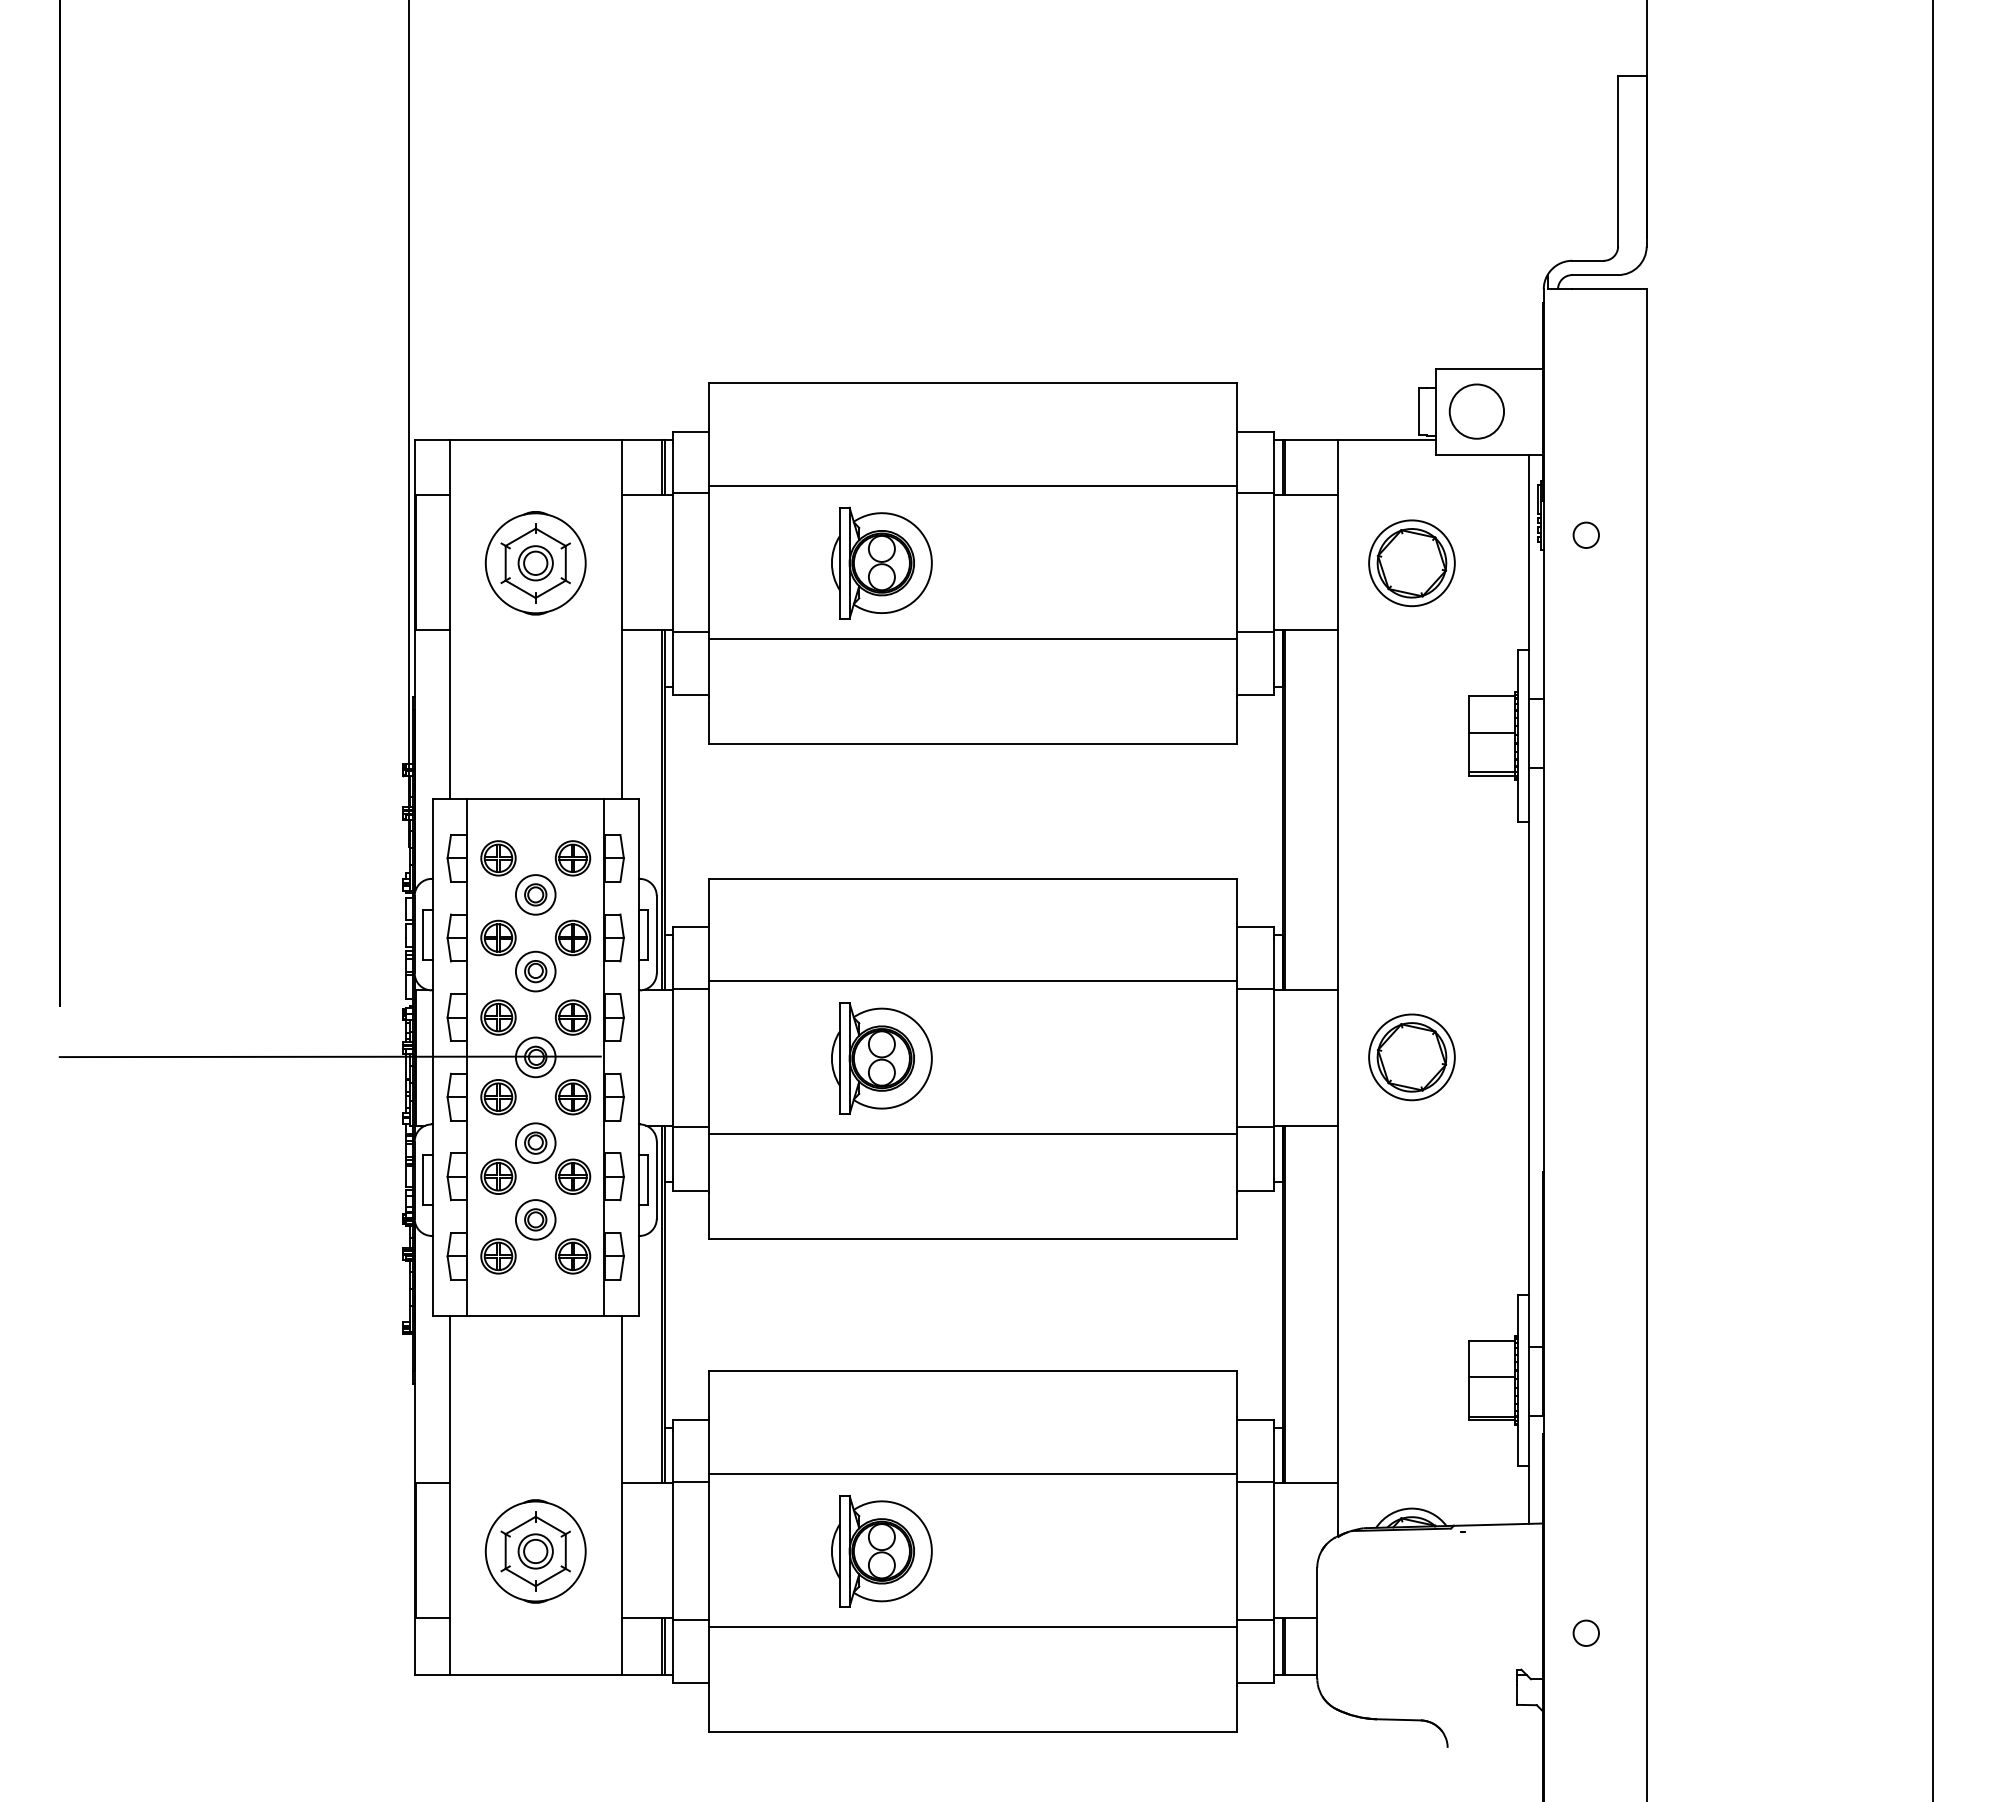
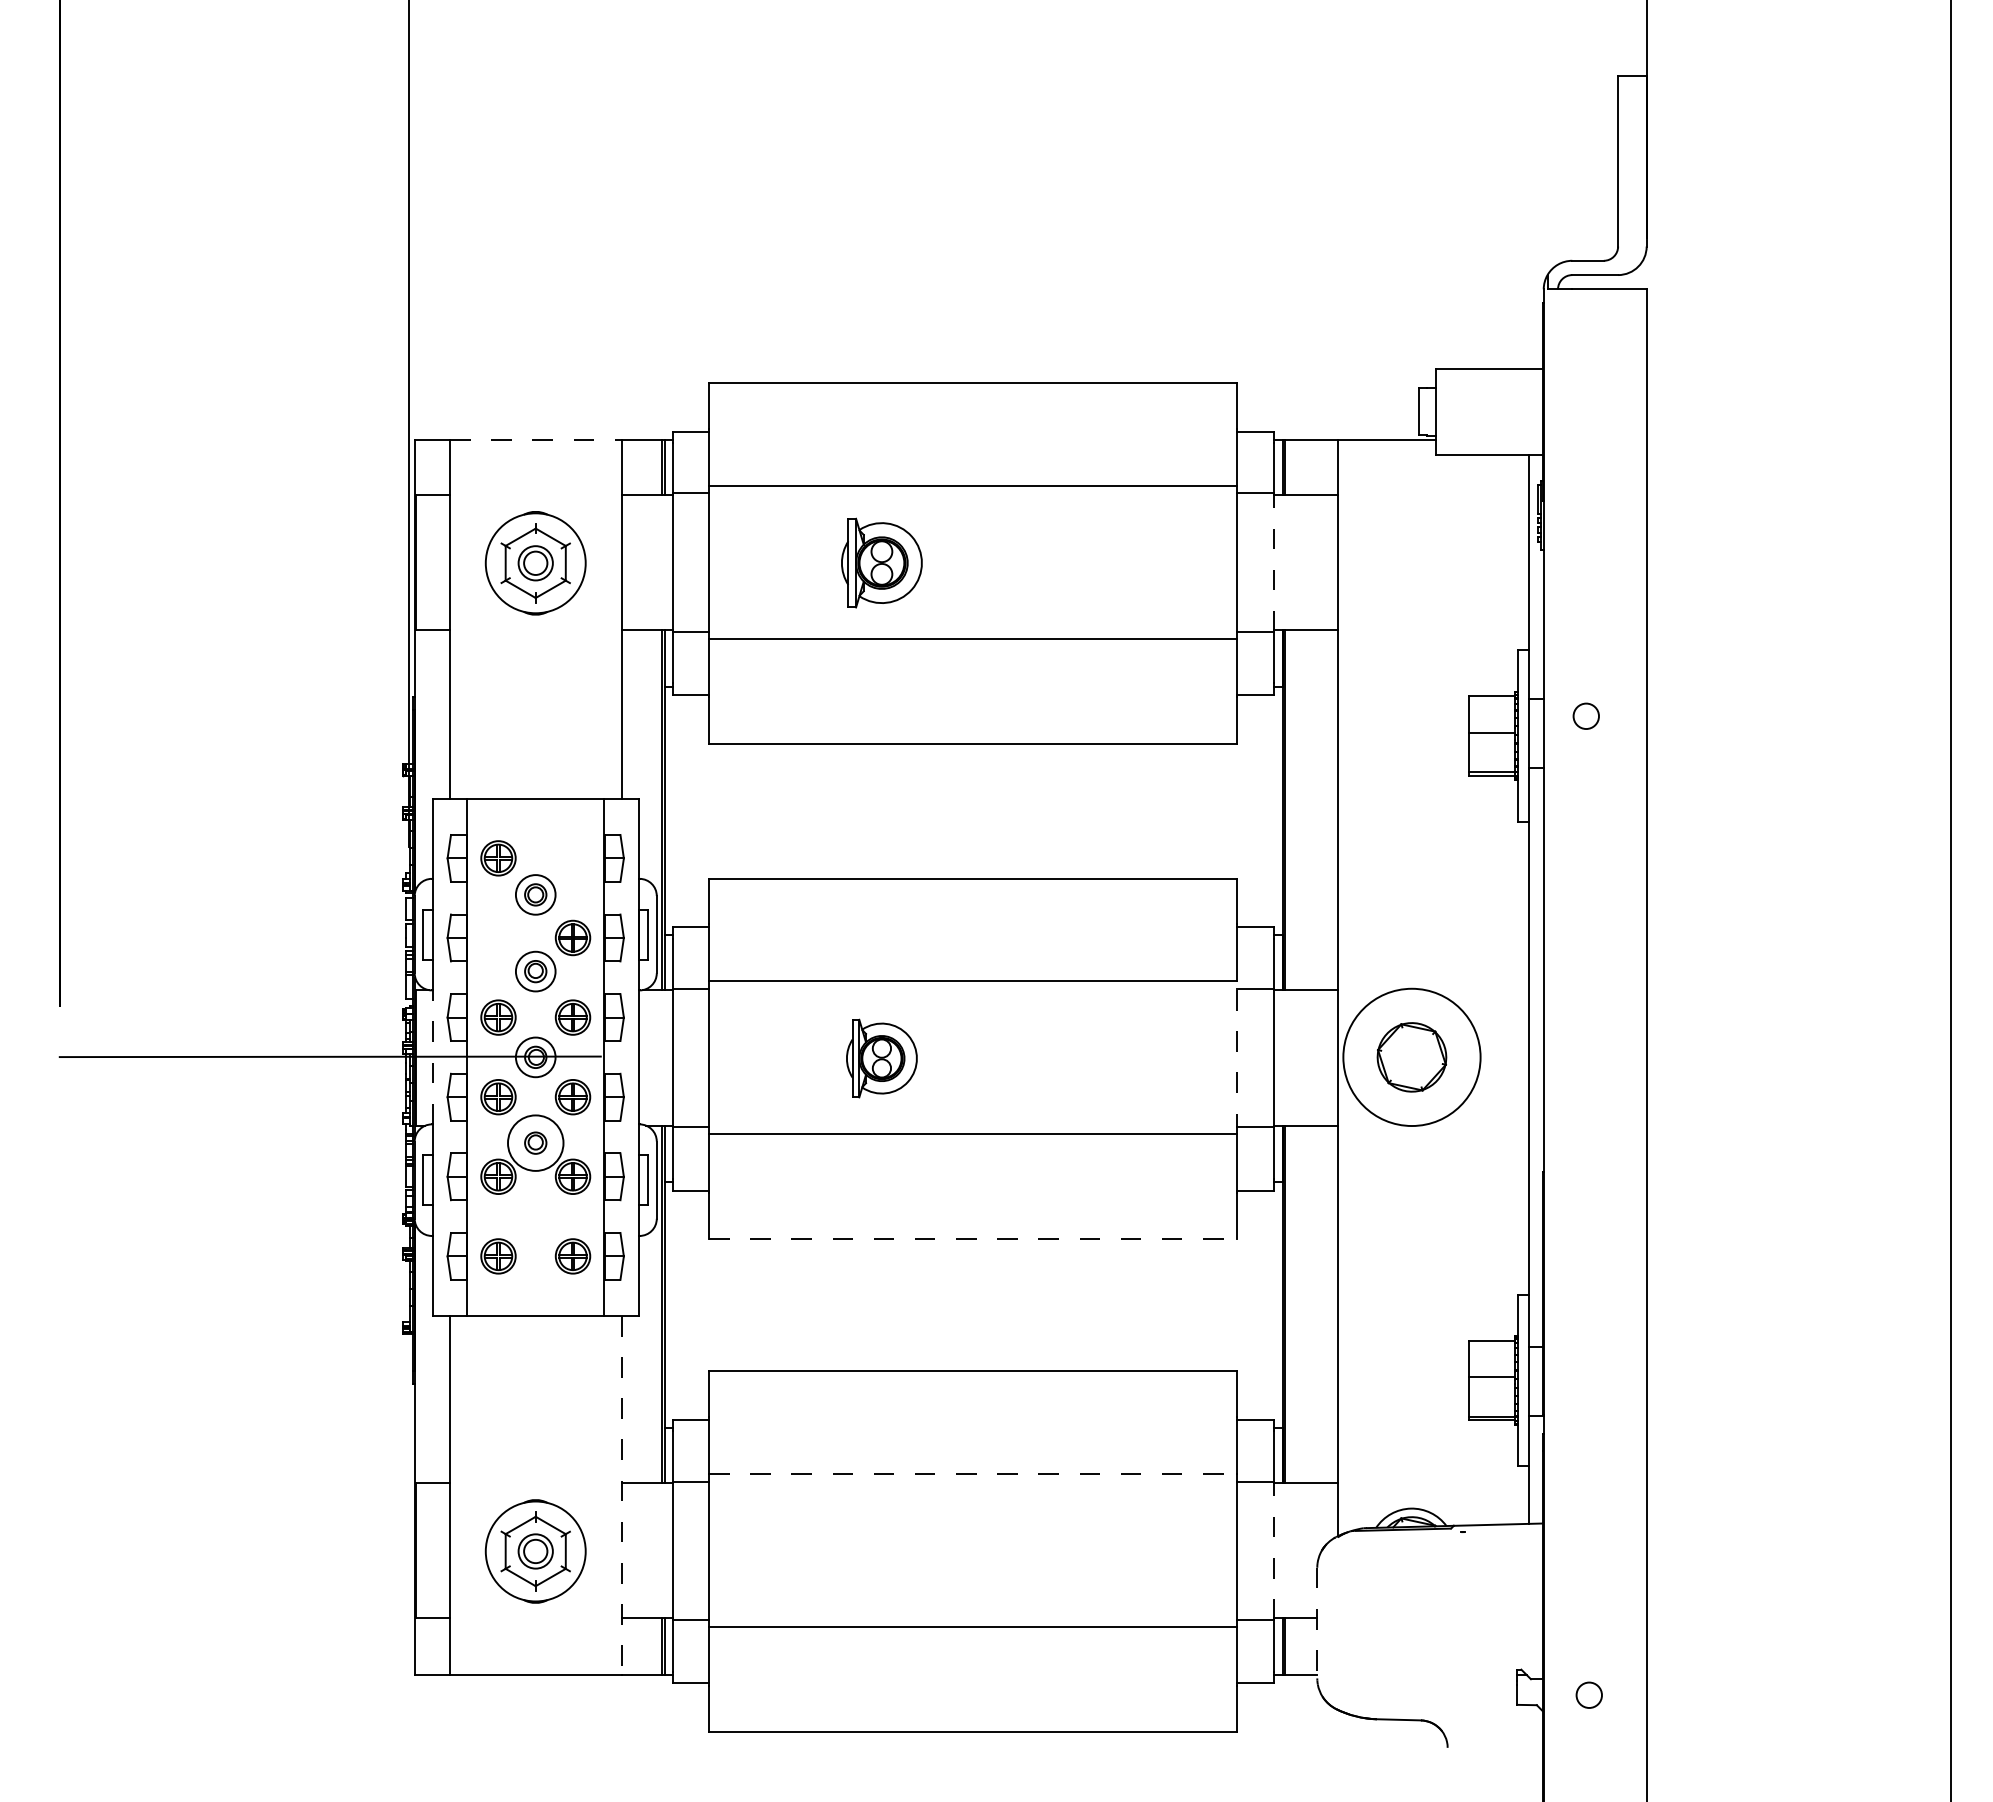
circle at (1476, 411): present -> none
line at (535, 439): solid -> dashed
circle at (1585, 534) position: (1585, 534) -> (1585, 715)
line at (1274, 561): solid -> dashed
part at (881, 562) size: 102x114 px -> 82x92 px
part at (1411, 563): present -> none
part at (572, 858): present -> none
line at (1933, 900) position: (1933, 900) -> (1951, 900)
part at (498, 937): present -> none
line at (432, 1057): solid -> dashed
line at (1237, 1057): solid -> dashed
circle at (1411, 1057) diameter: 86 px -> 137 px
part at (881, 1058) size: 102x113 px -> 72x81 px
circle at (535, 1143) diameter: 40 px -> 56 px
part at (535, 1219): present -> none
line at (973, 1238): solid -> dashed
line at (973, 1474): solid -> dashed
line at (621, 1495): solid -> dashed
line at (1274, 1550): solid -> dashed
part at (881, 1551): present -> none
line at (1317, 1623): solid -> dashed
circle at (1585, 1632) position: (1585, 1632) -> (1588, 1694)
